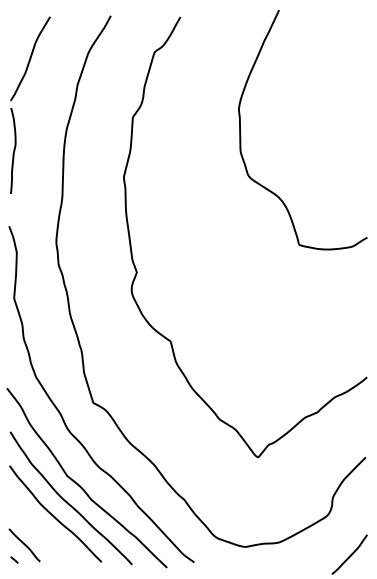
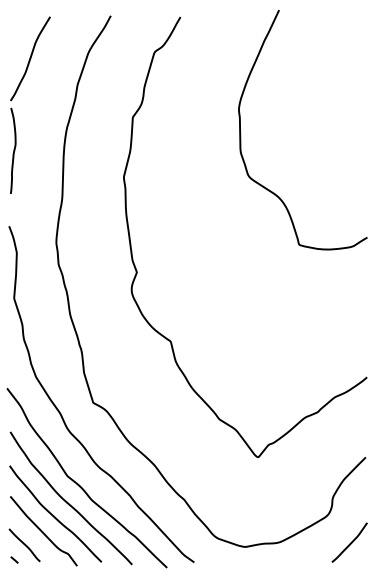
curve at (43, 531): none -> present
curve at (350, 554) position: (350, 554) -> (350, 542)
